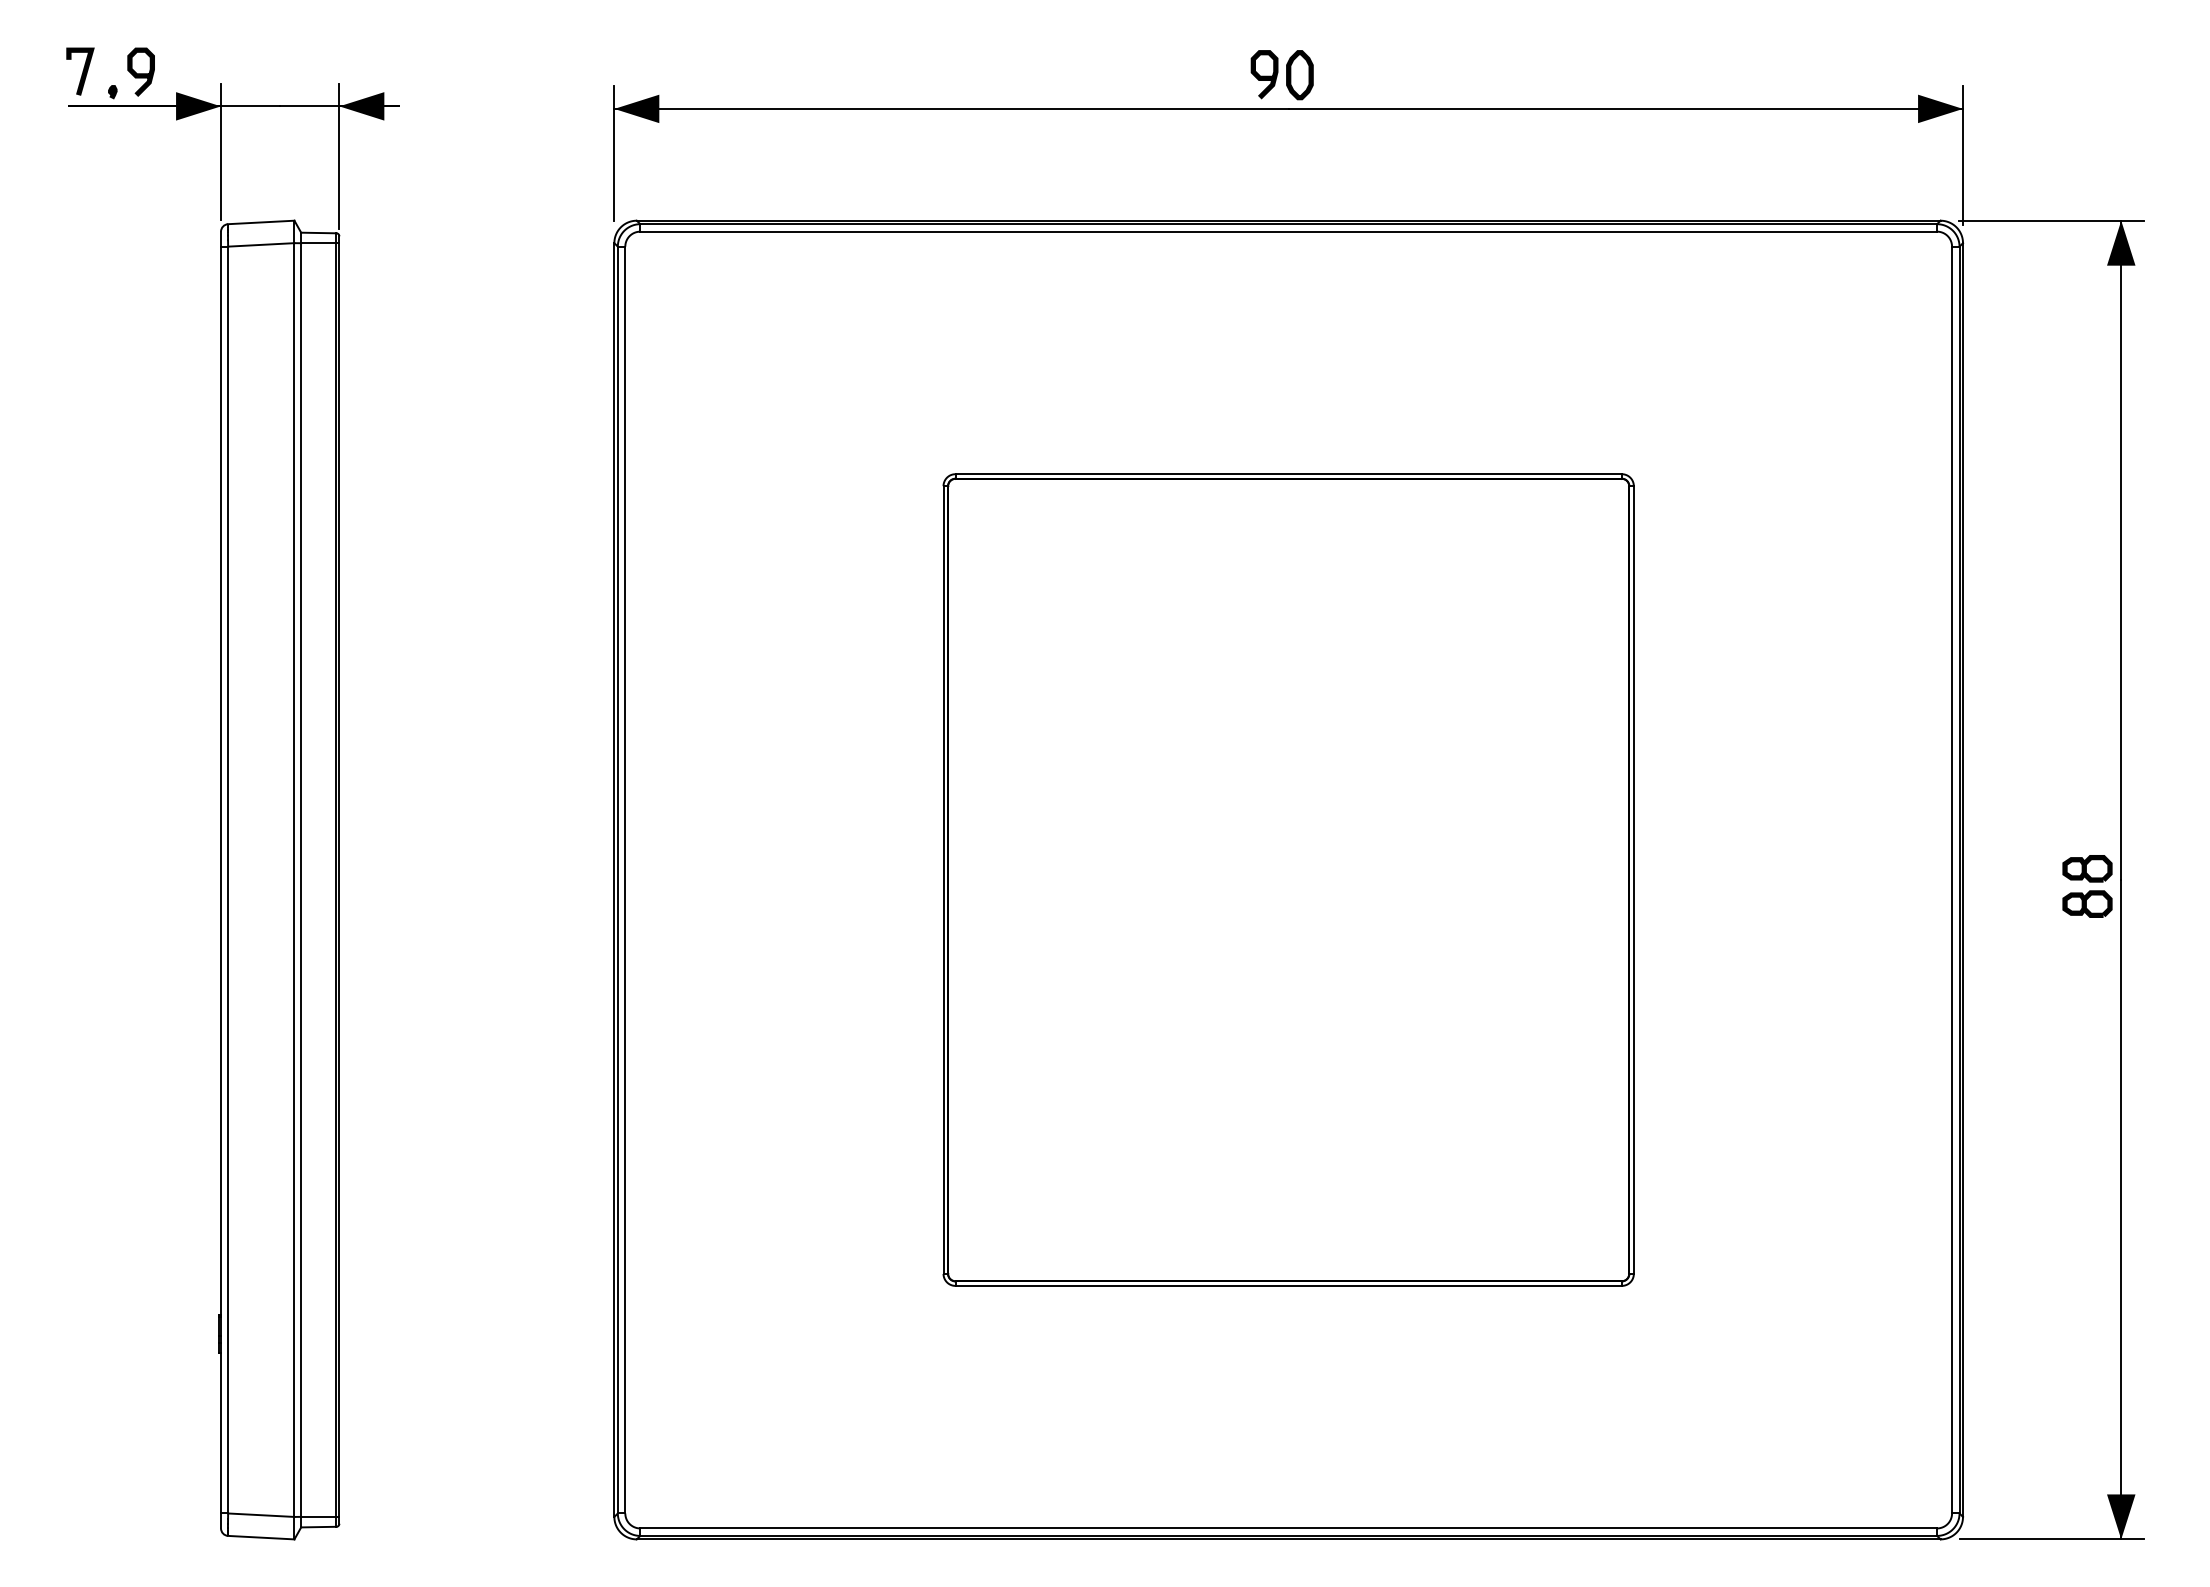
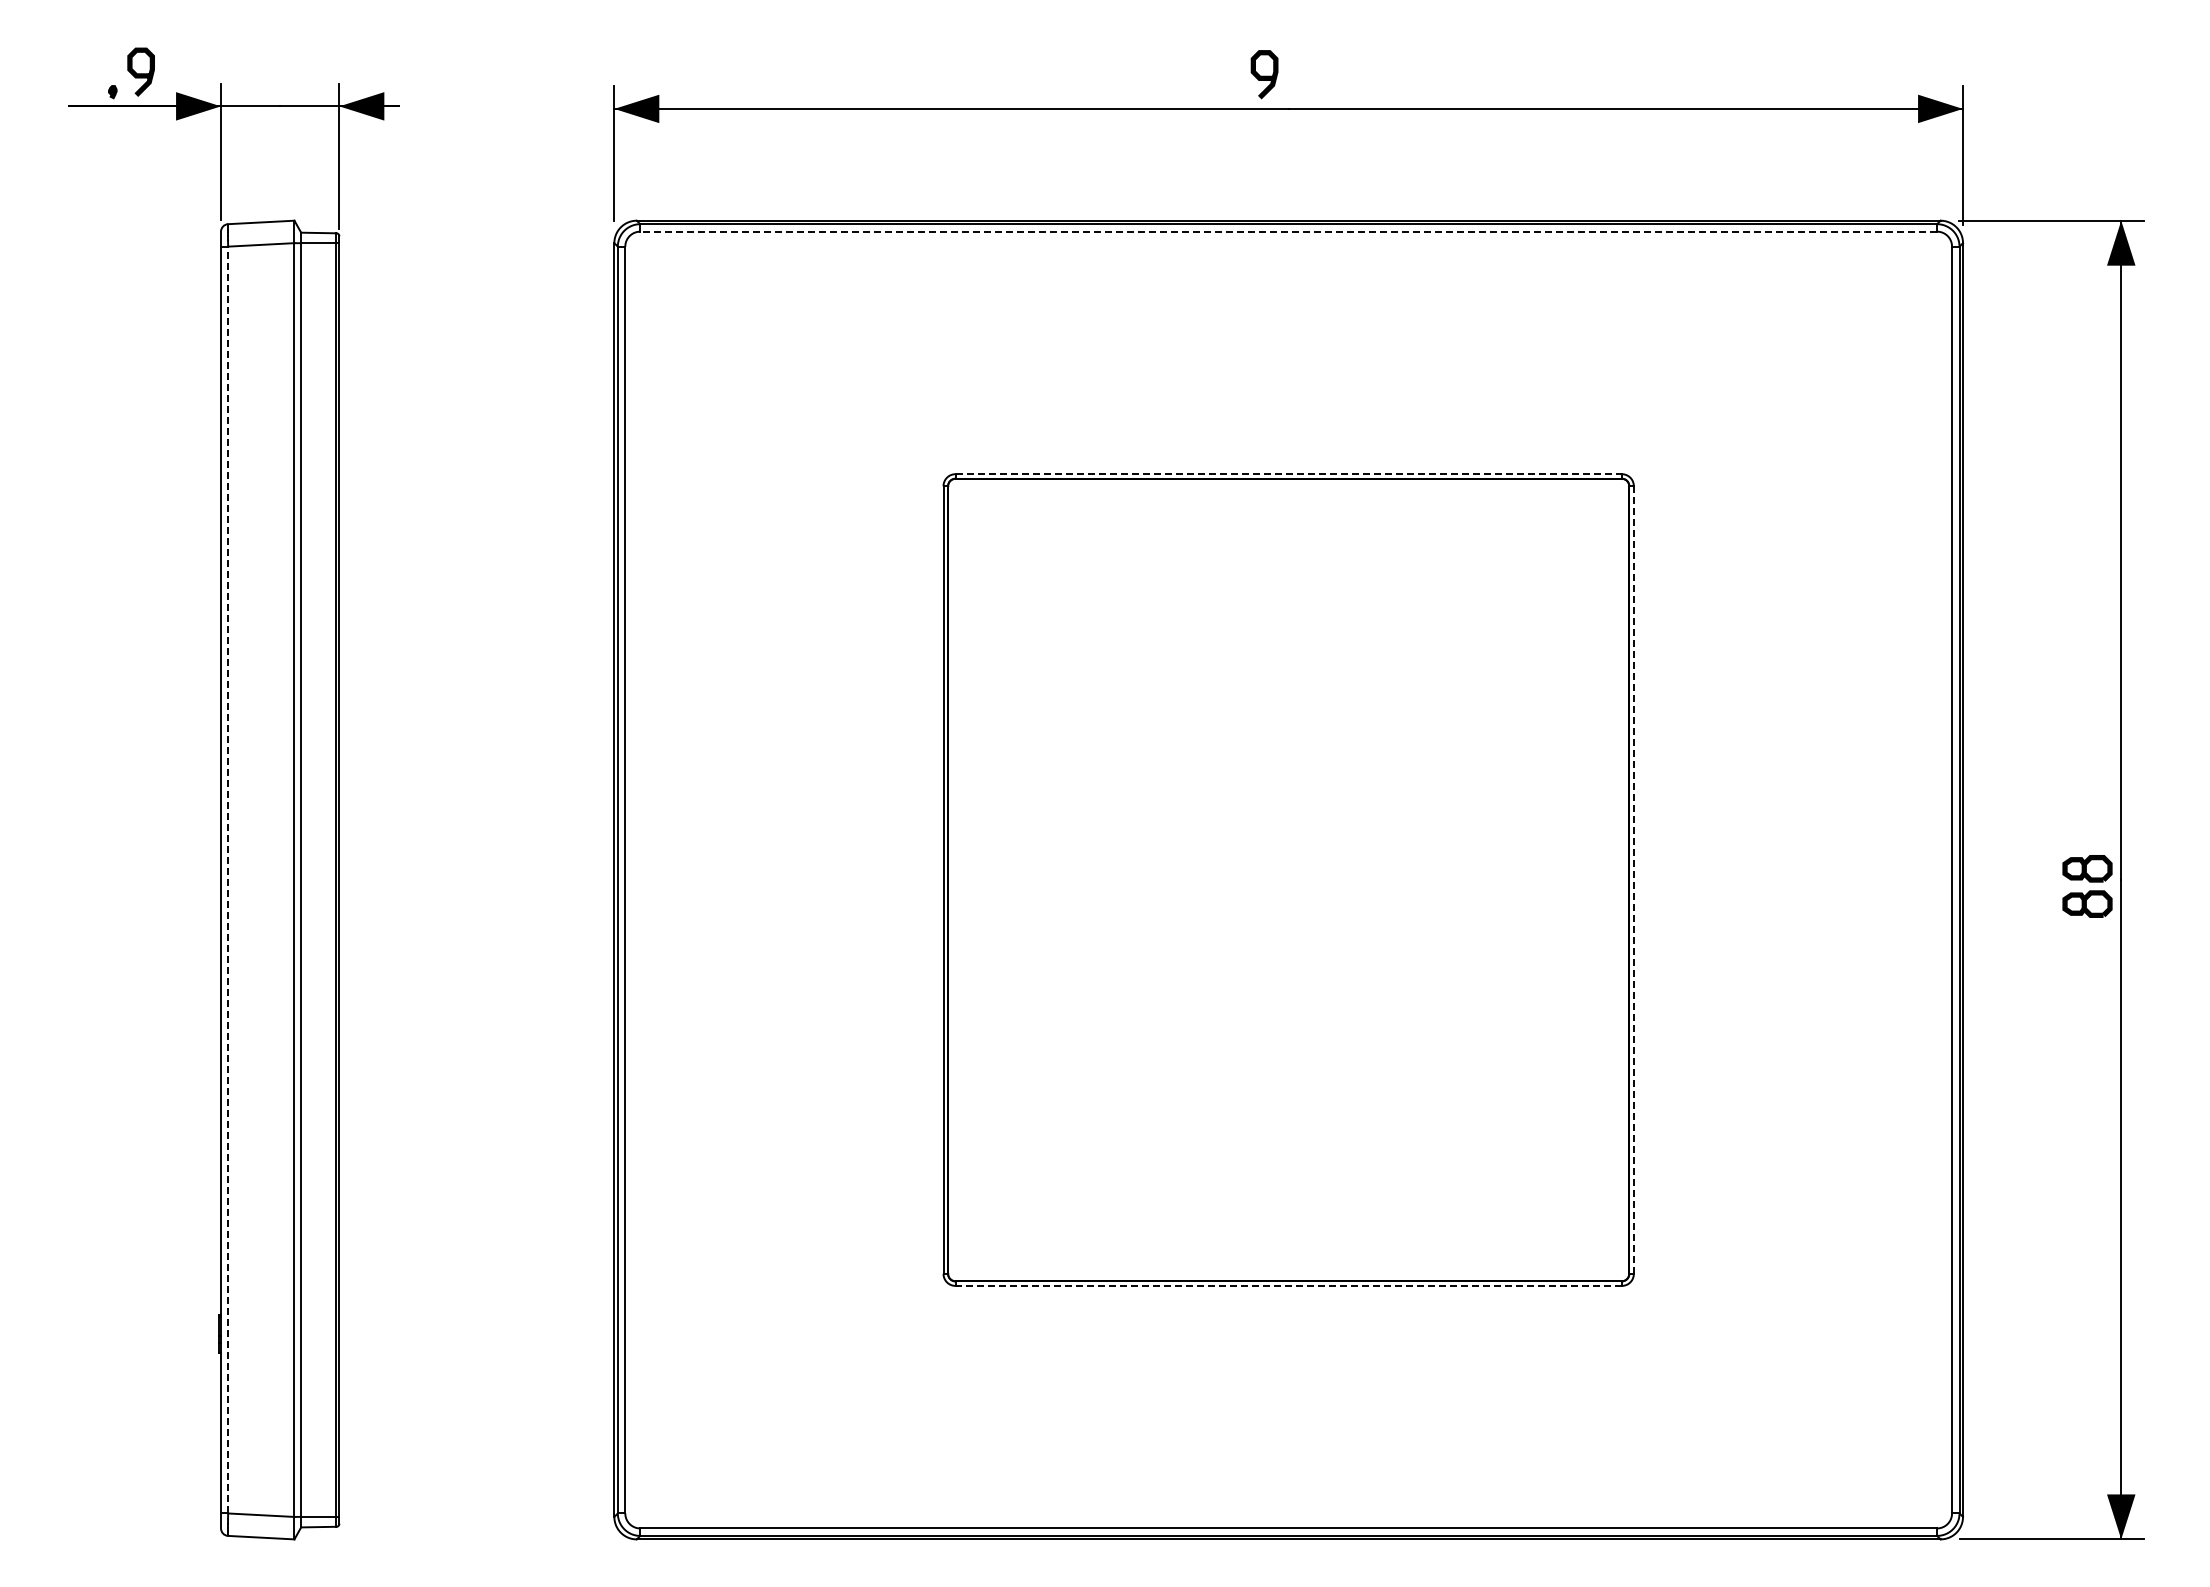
line at (82, 71): present -> none
part at (1299, 75): present -> none
line at (1288, 231): solid -> dashed
line at (1289, 474): solid -> dashed
line at (228, 879): solid -> dashed
line at (1633, 880): solid -> dashed
line at (1288, 1285): solid -> dashed
